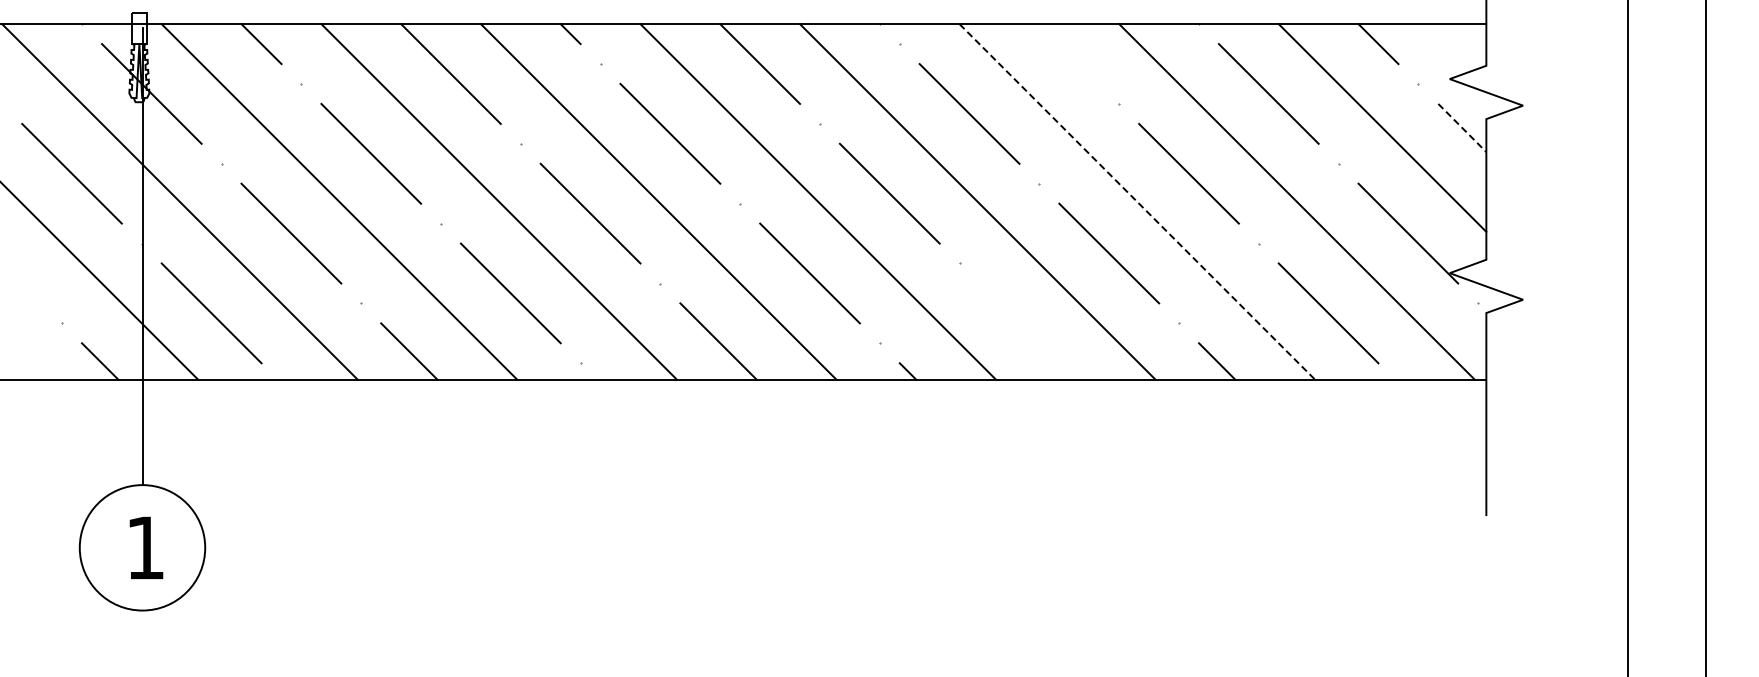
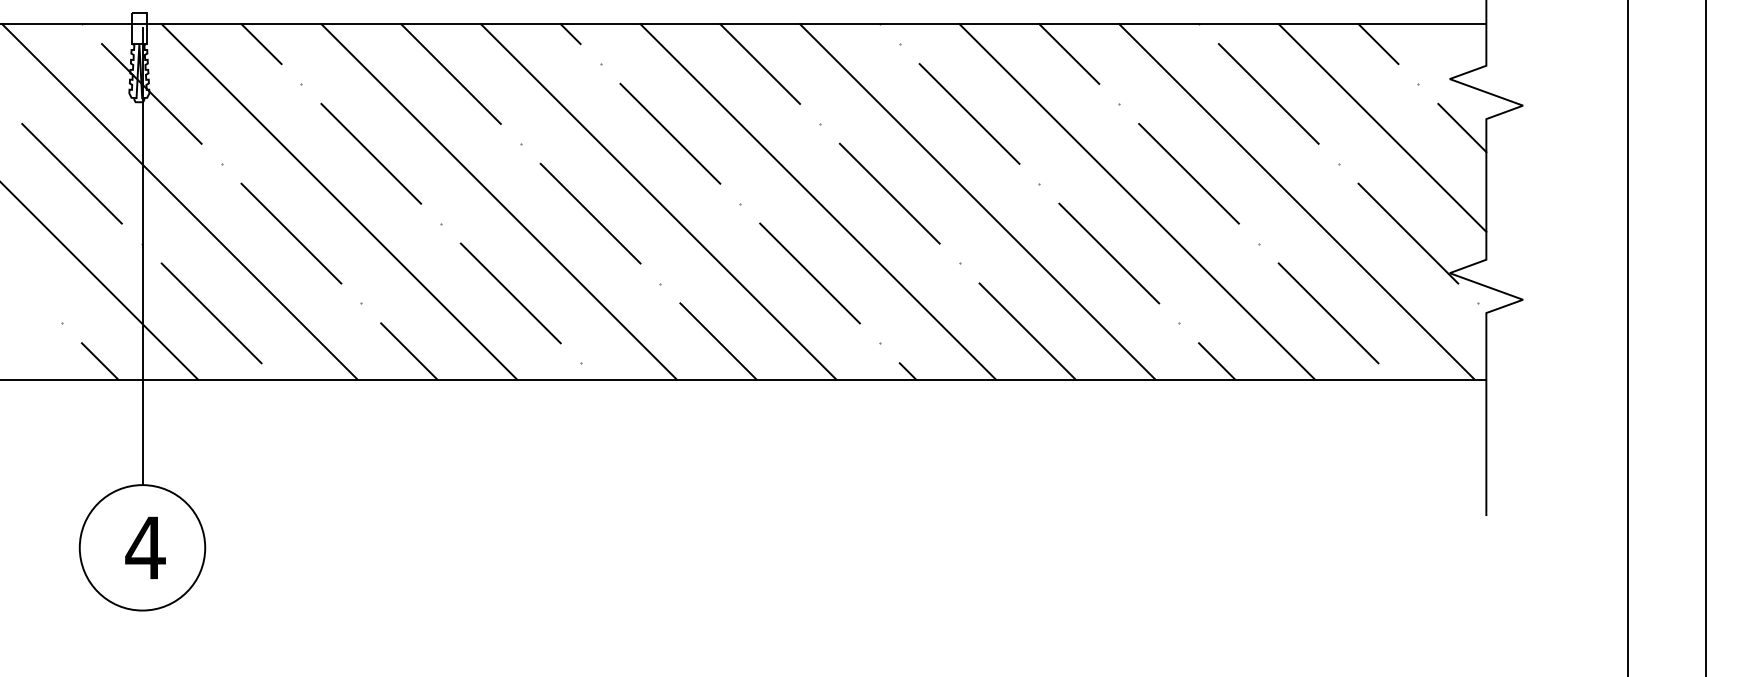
line at (1069, 53): none -> present
line at (1462, 128): dashed -> solid
line at (1137, 202): dashed -> solid
line at (1027, 331): none -> present
text at (145, 547): 1 -> 4
